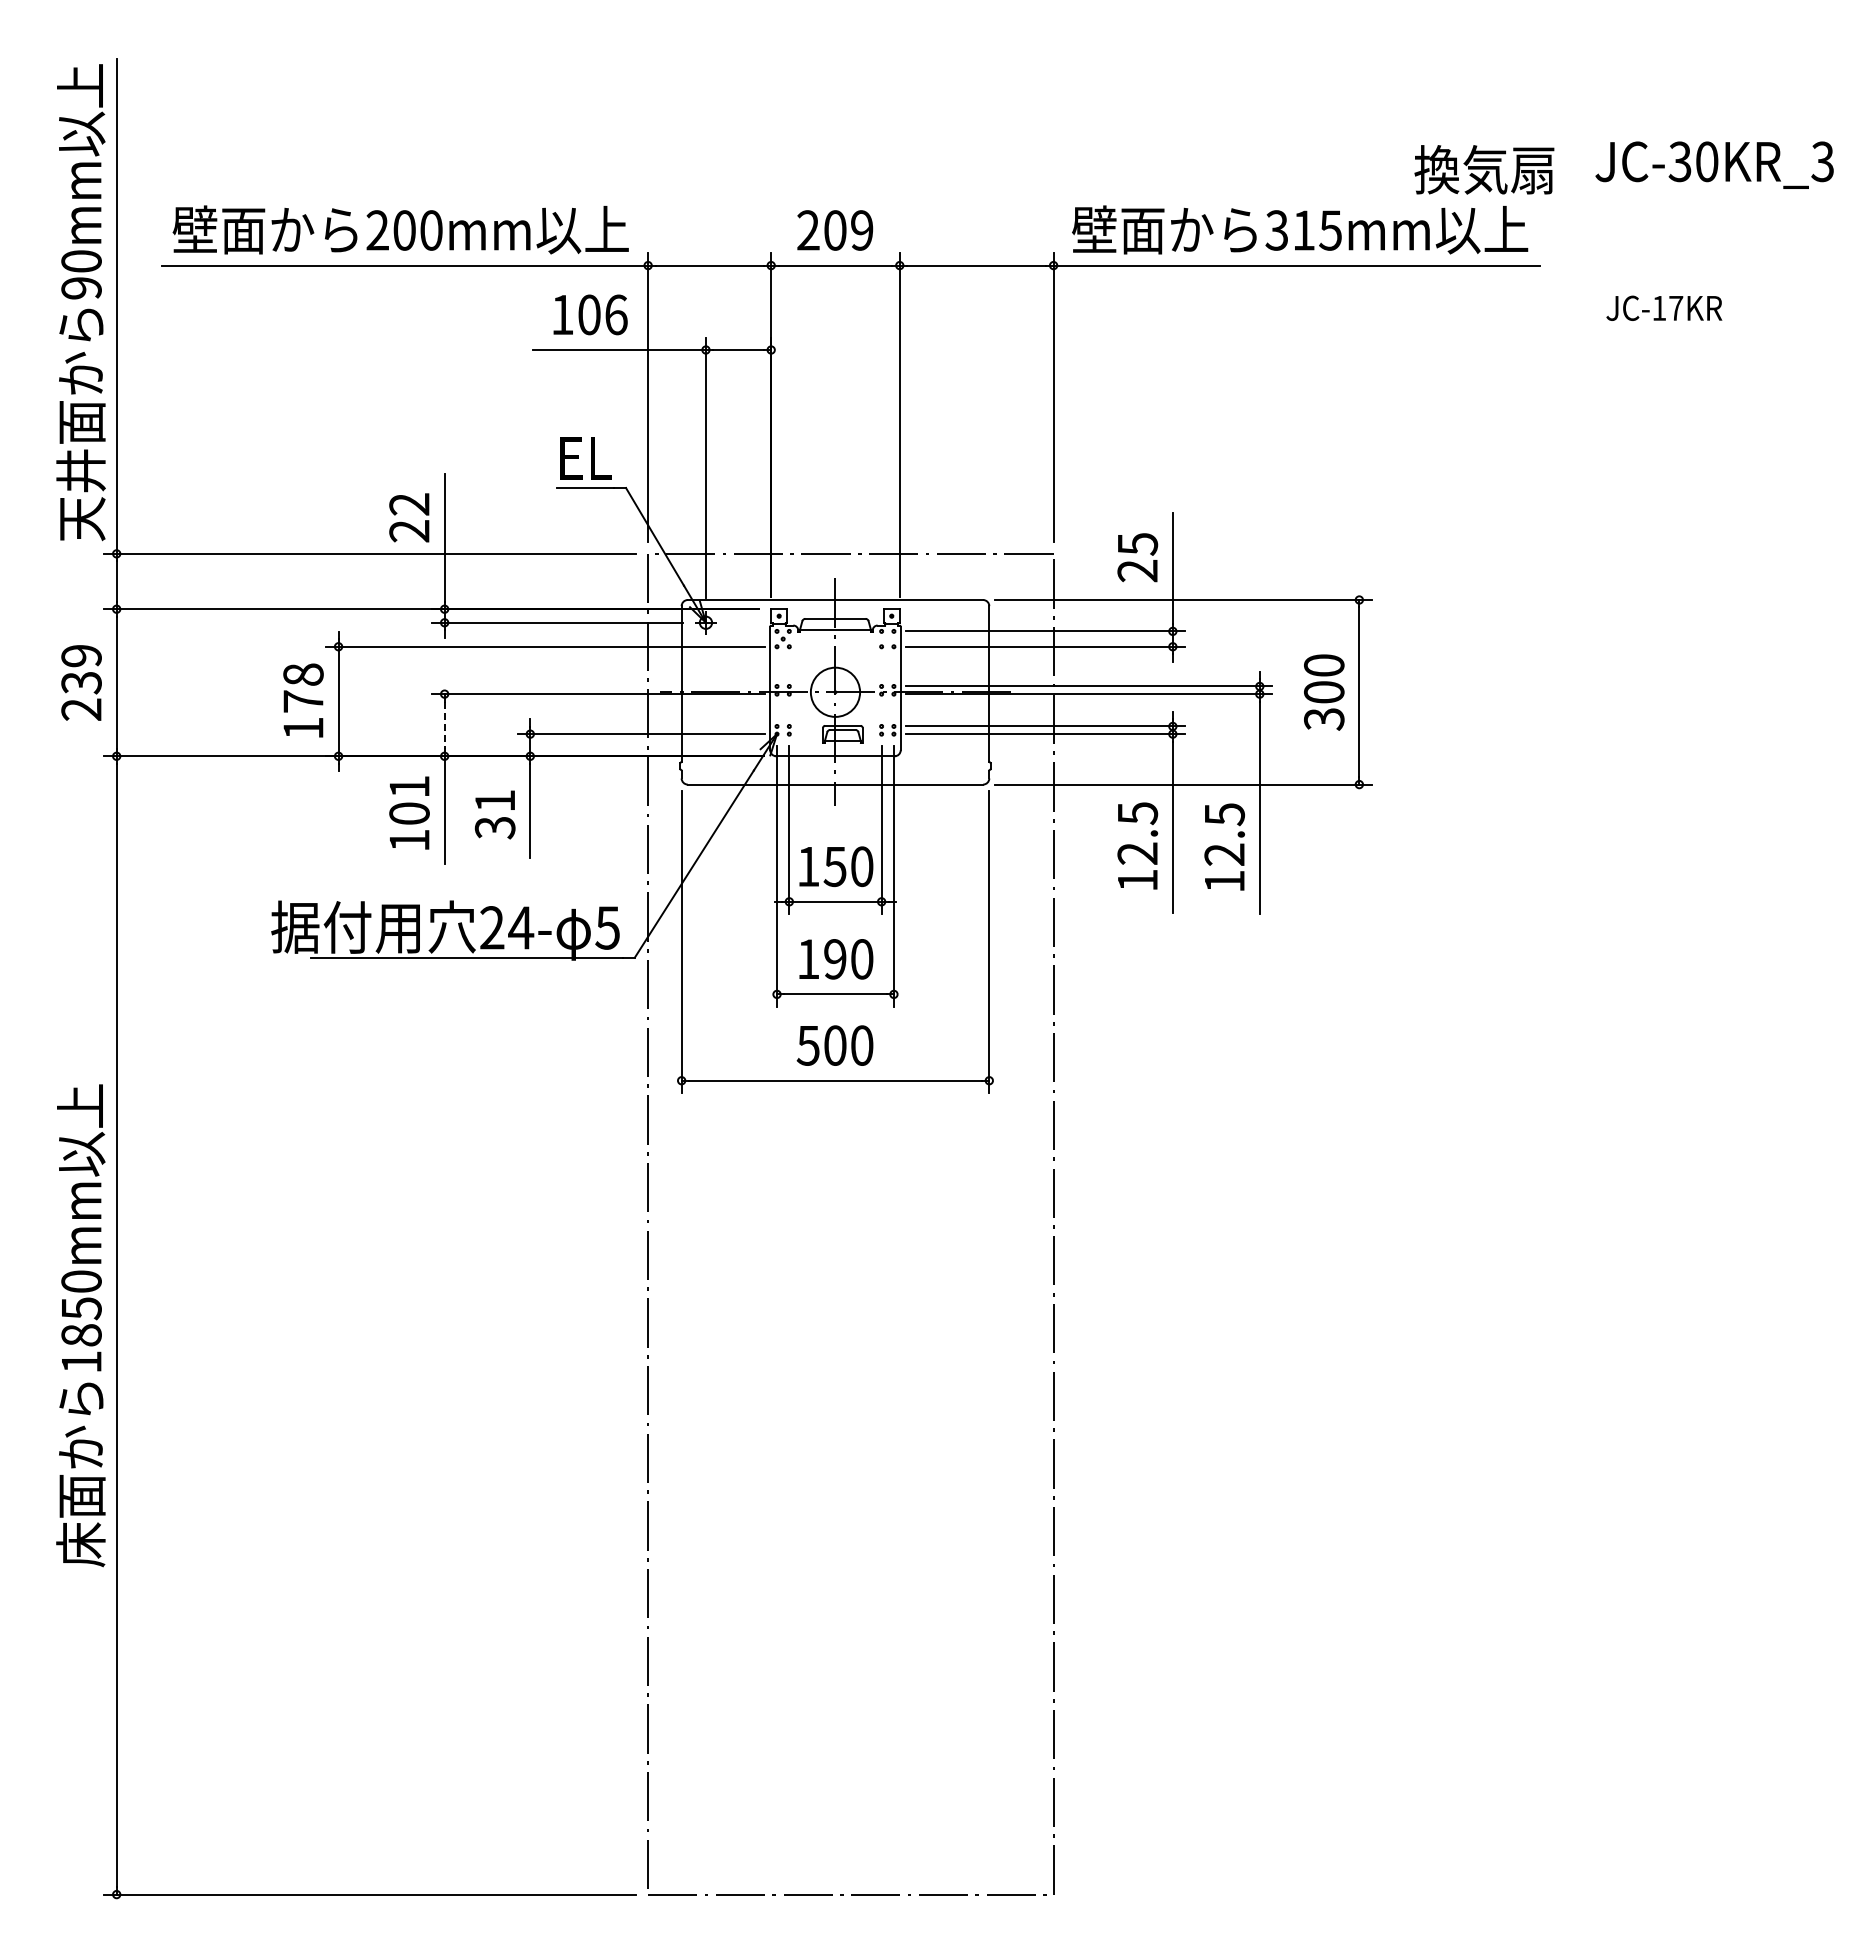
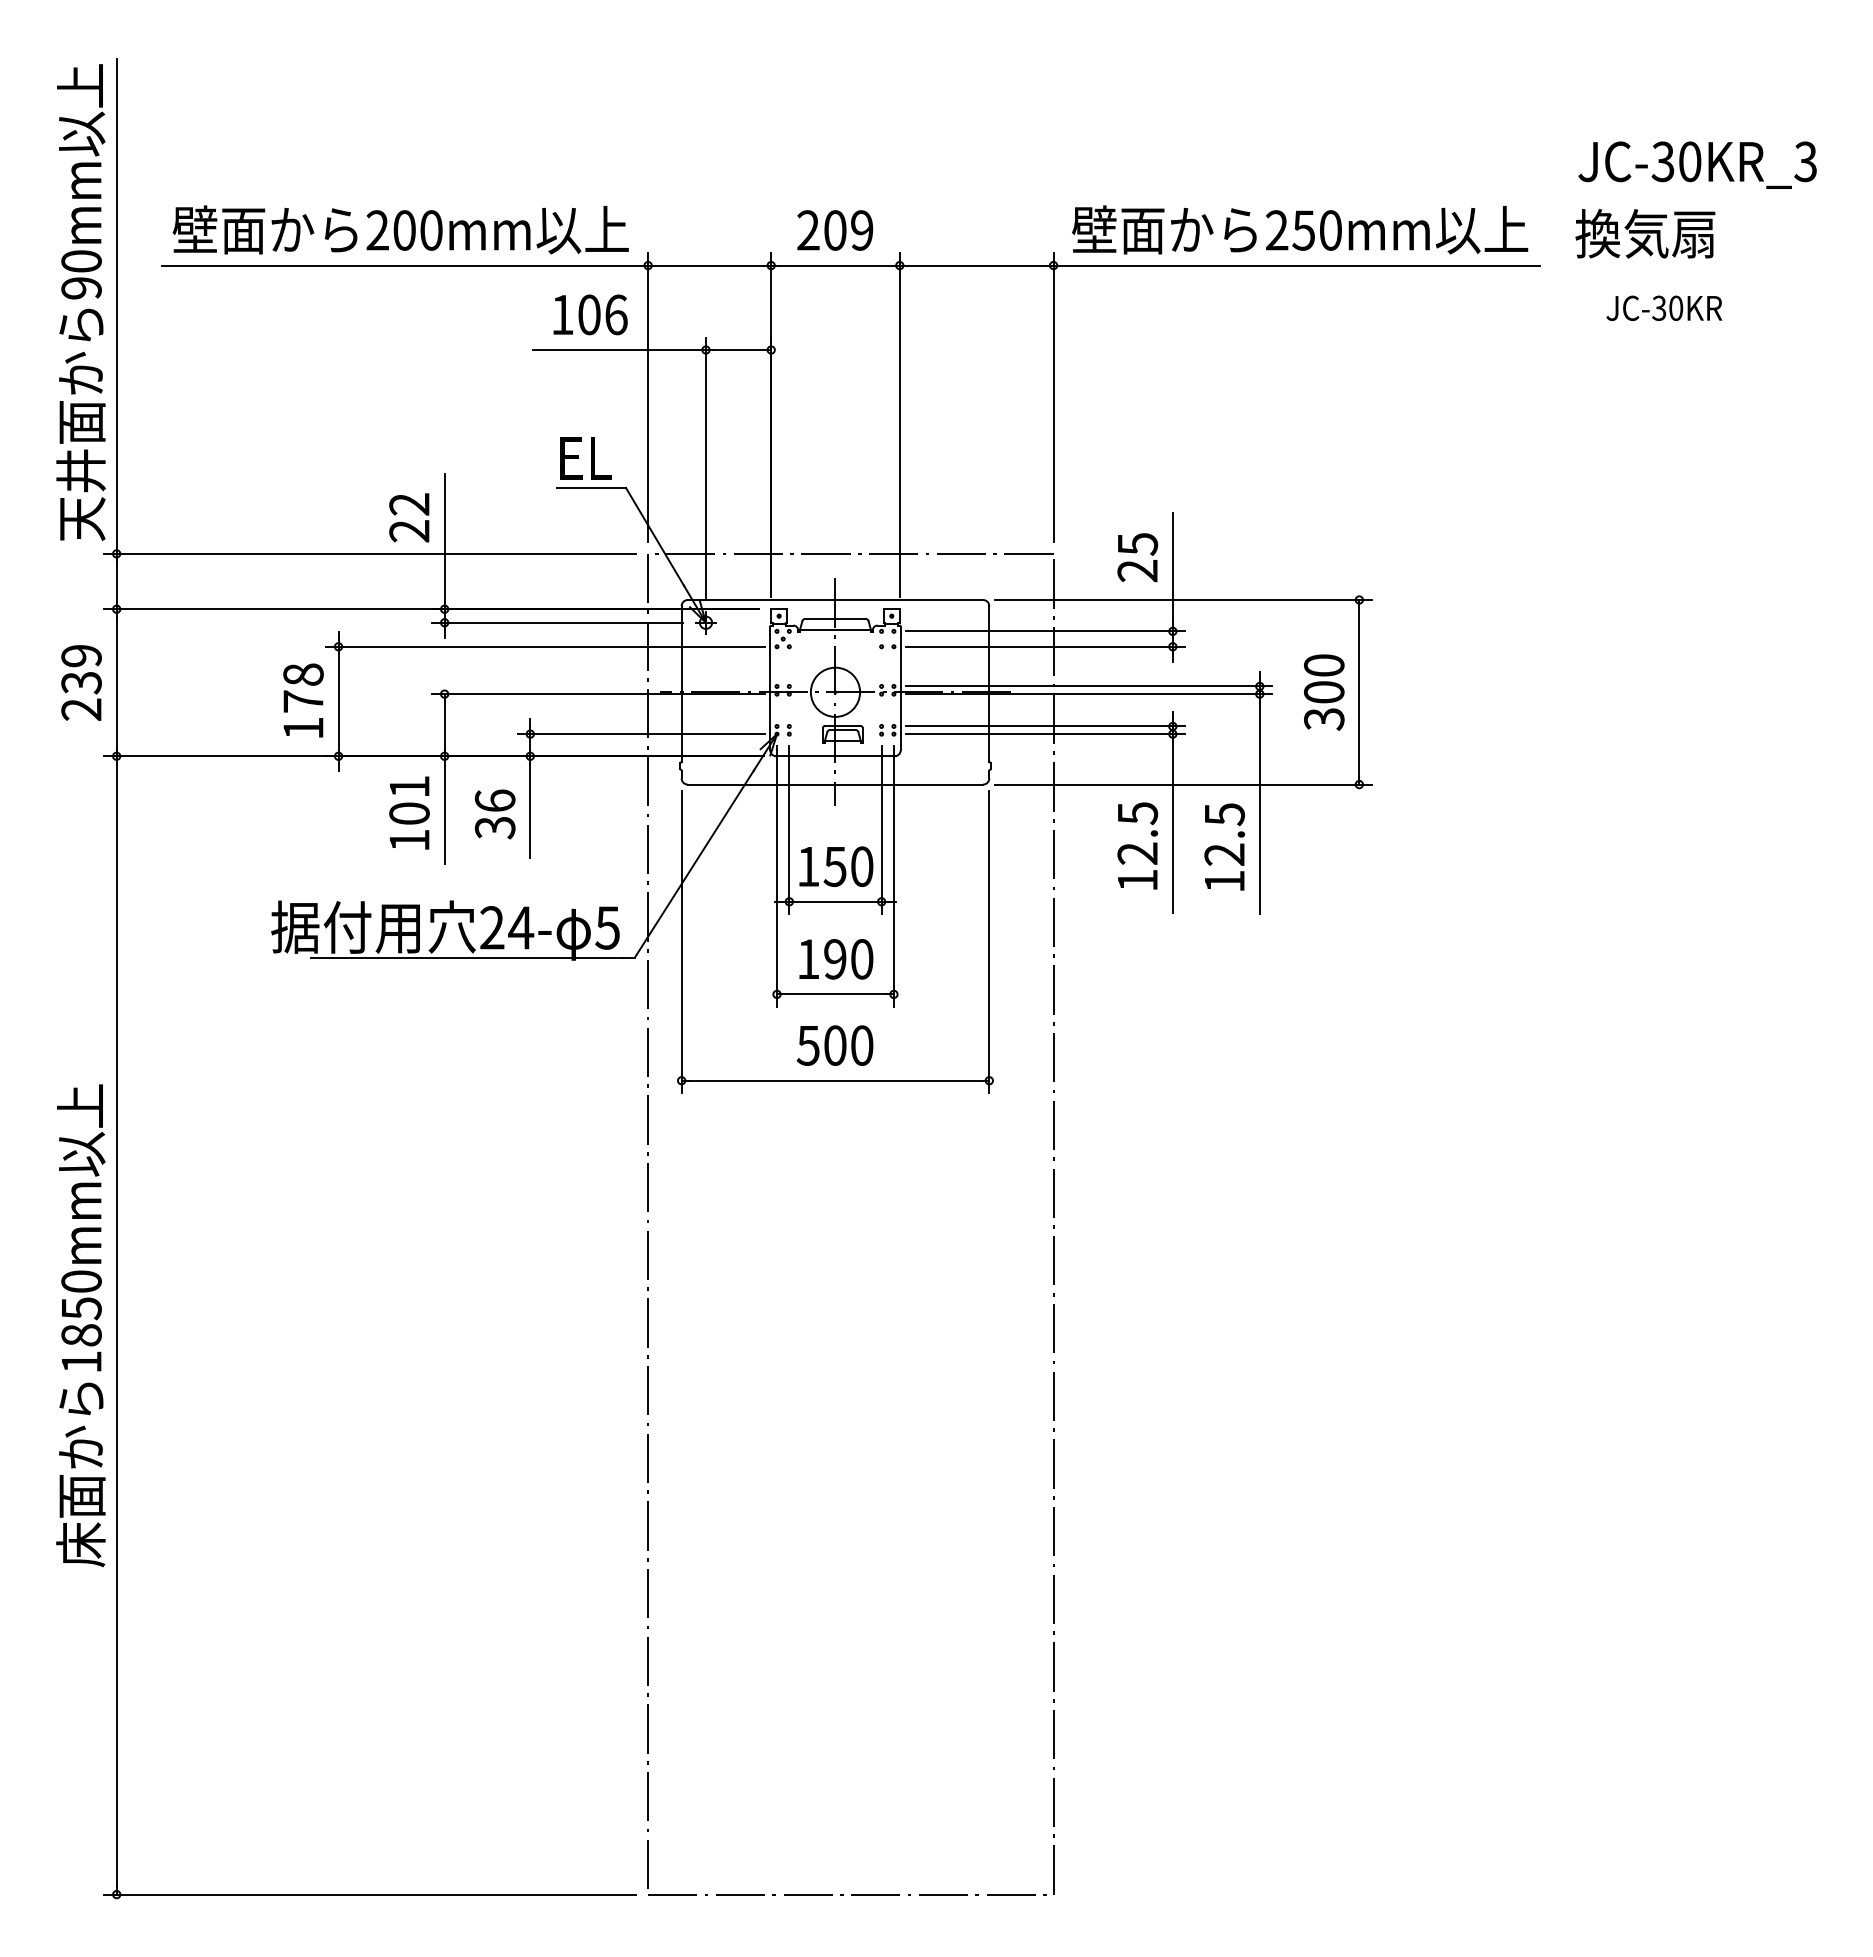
text at (1714, 164) position: (1714, 164) -> (1697, 164)
text at (1484, 169) position: (1484, 169) -> (1645, 233)
text at (1303, 230): 315mm -> 250mm
text at (1667, 307): JC-17KR -> JC-30KR
line at (444, 725): dashed -> solid
text at (494, 800): 31 -> 36
